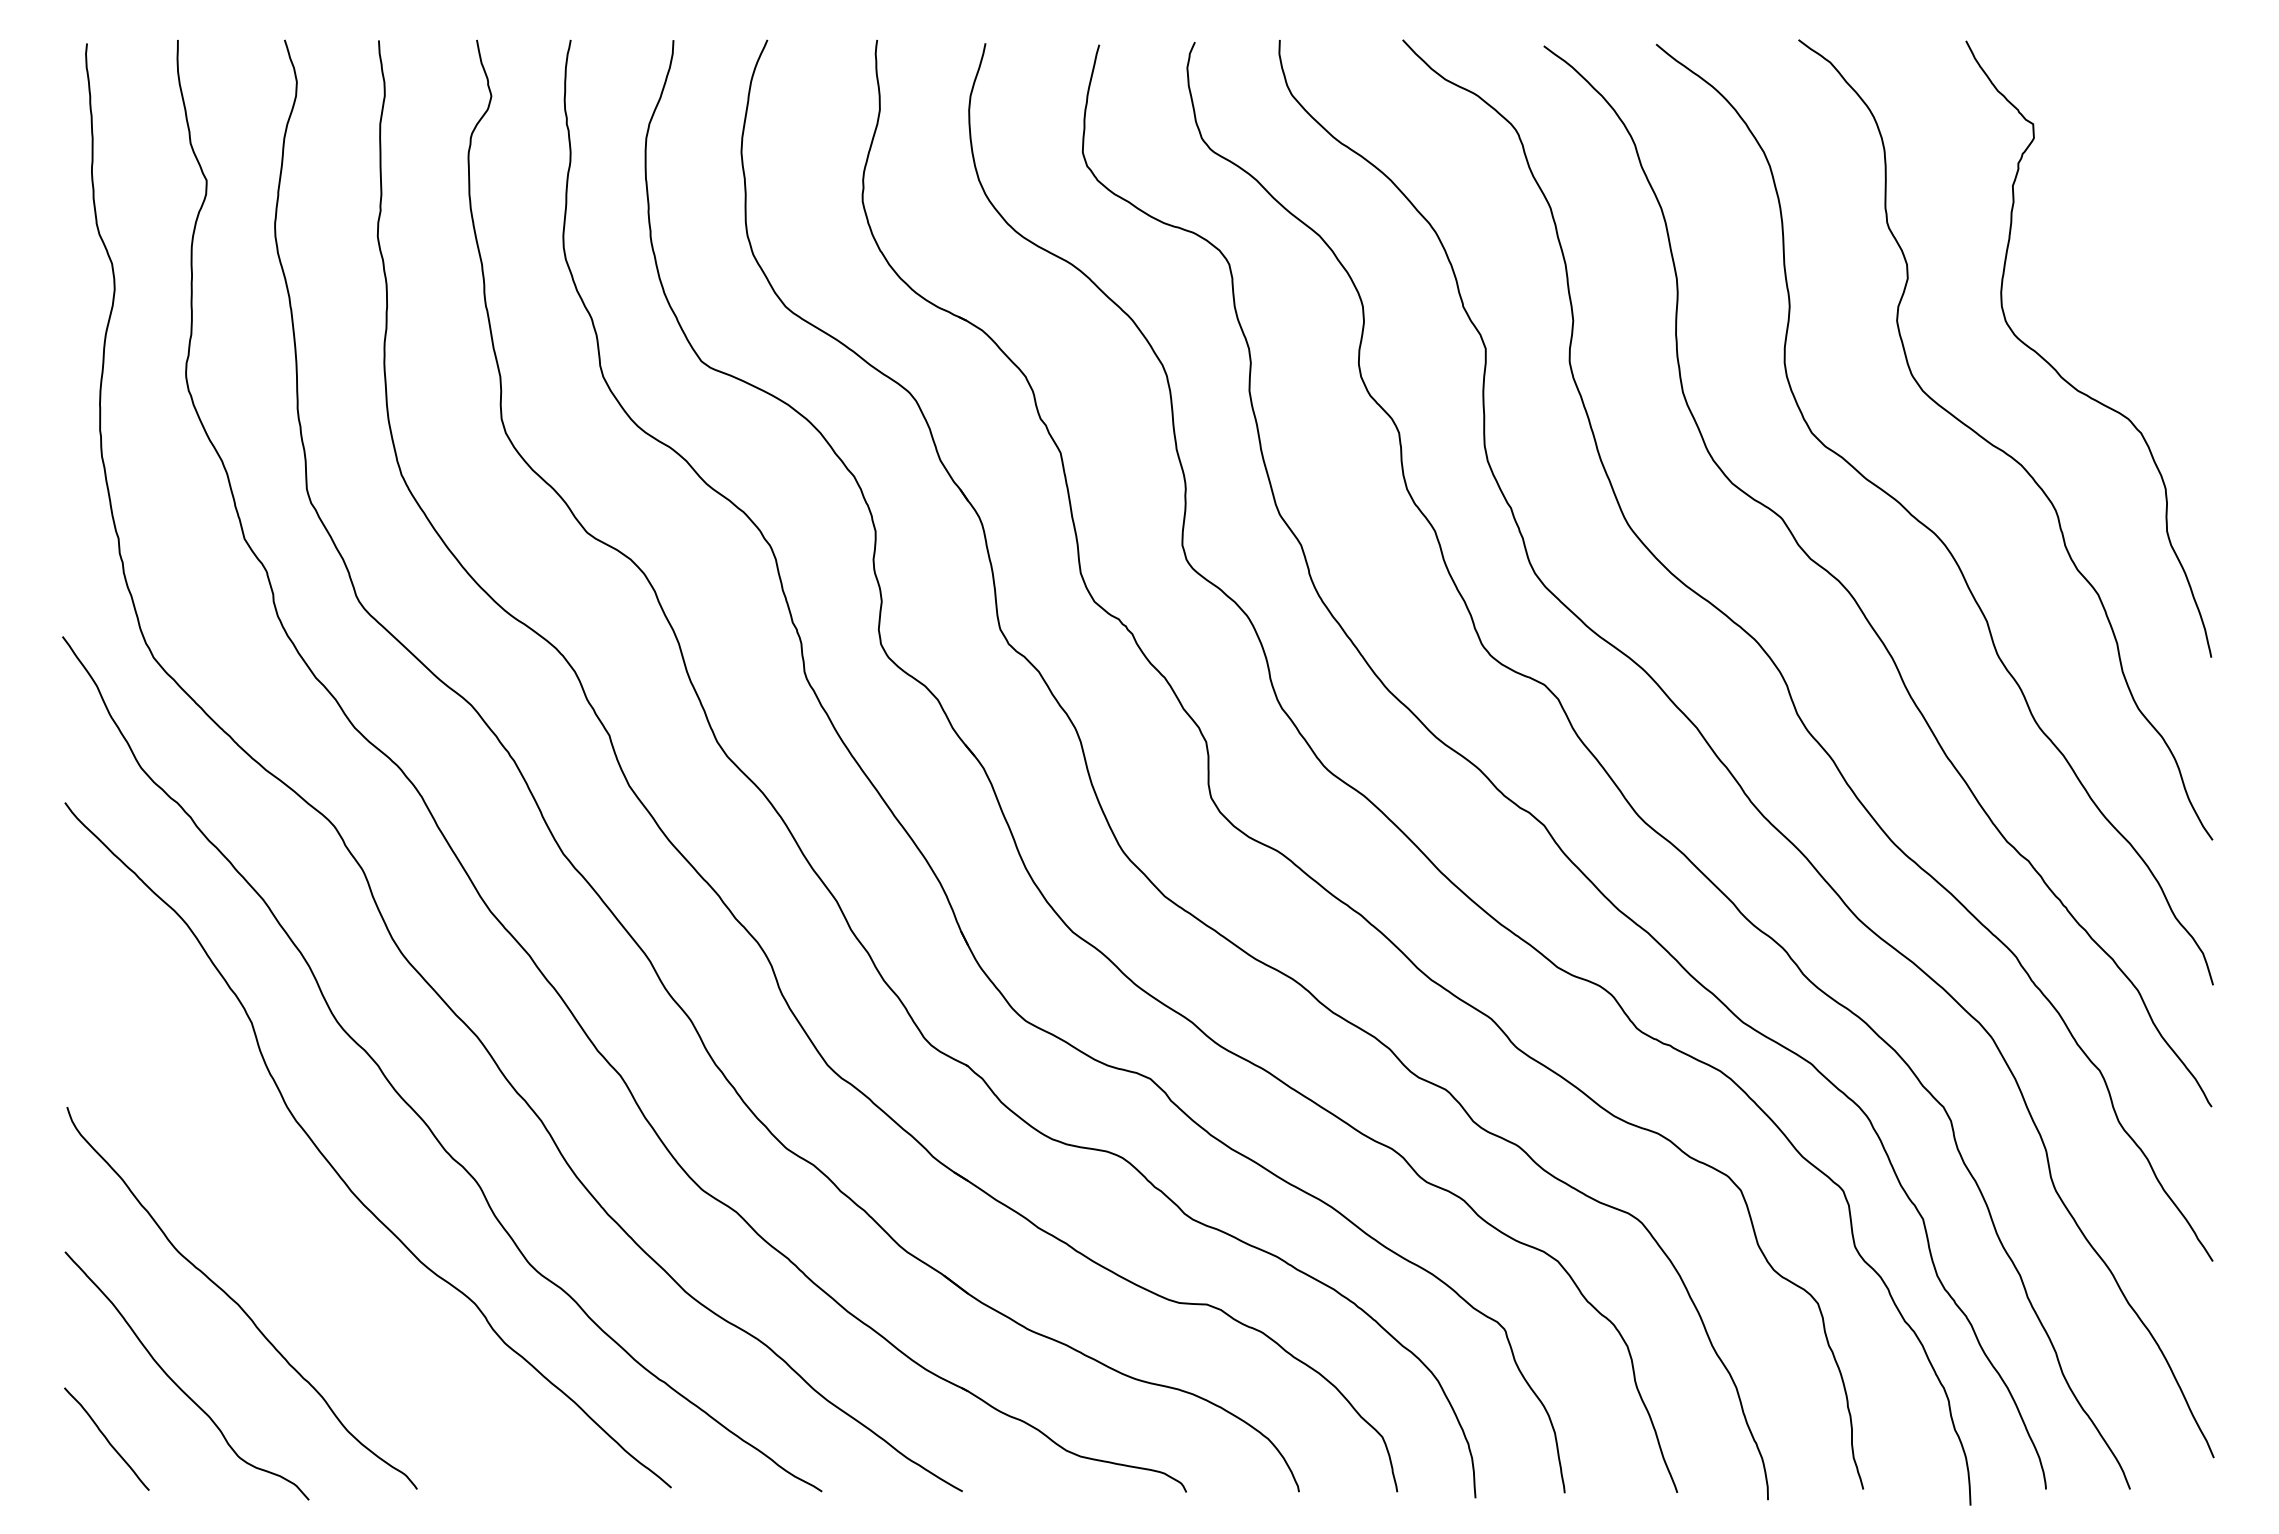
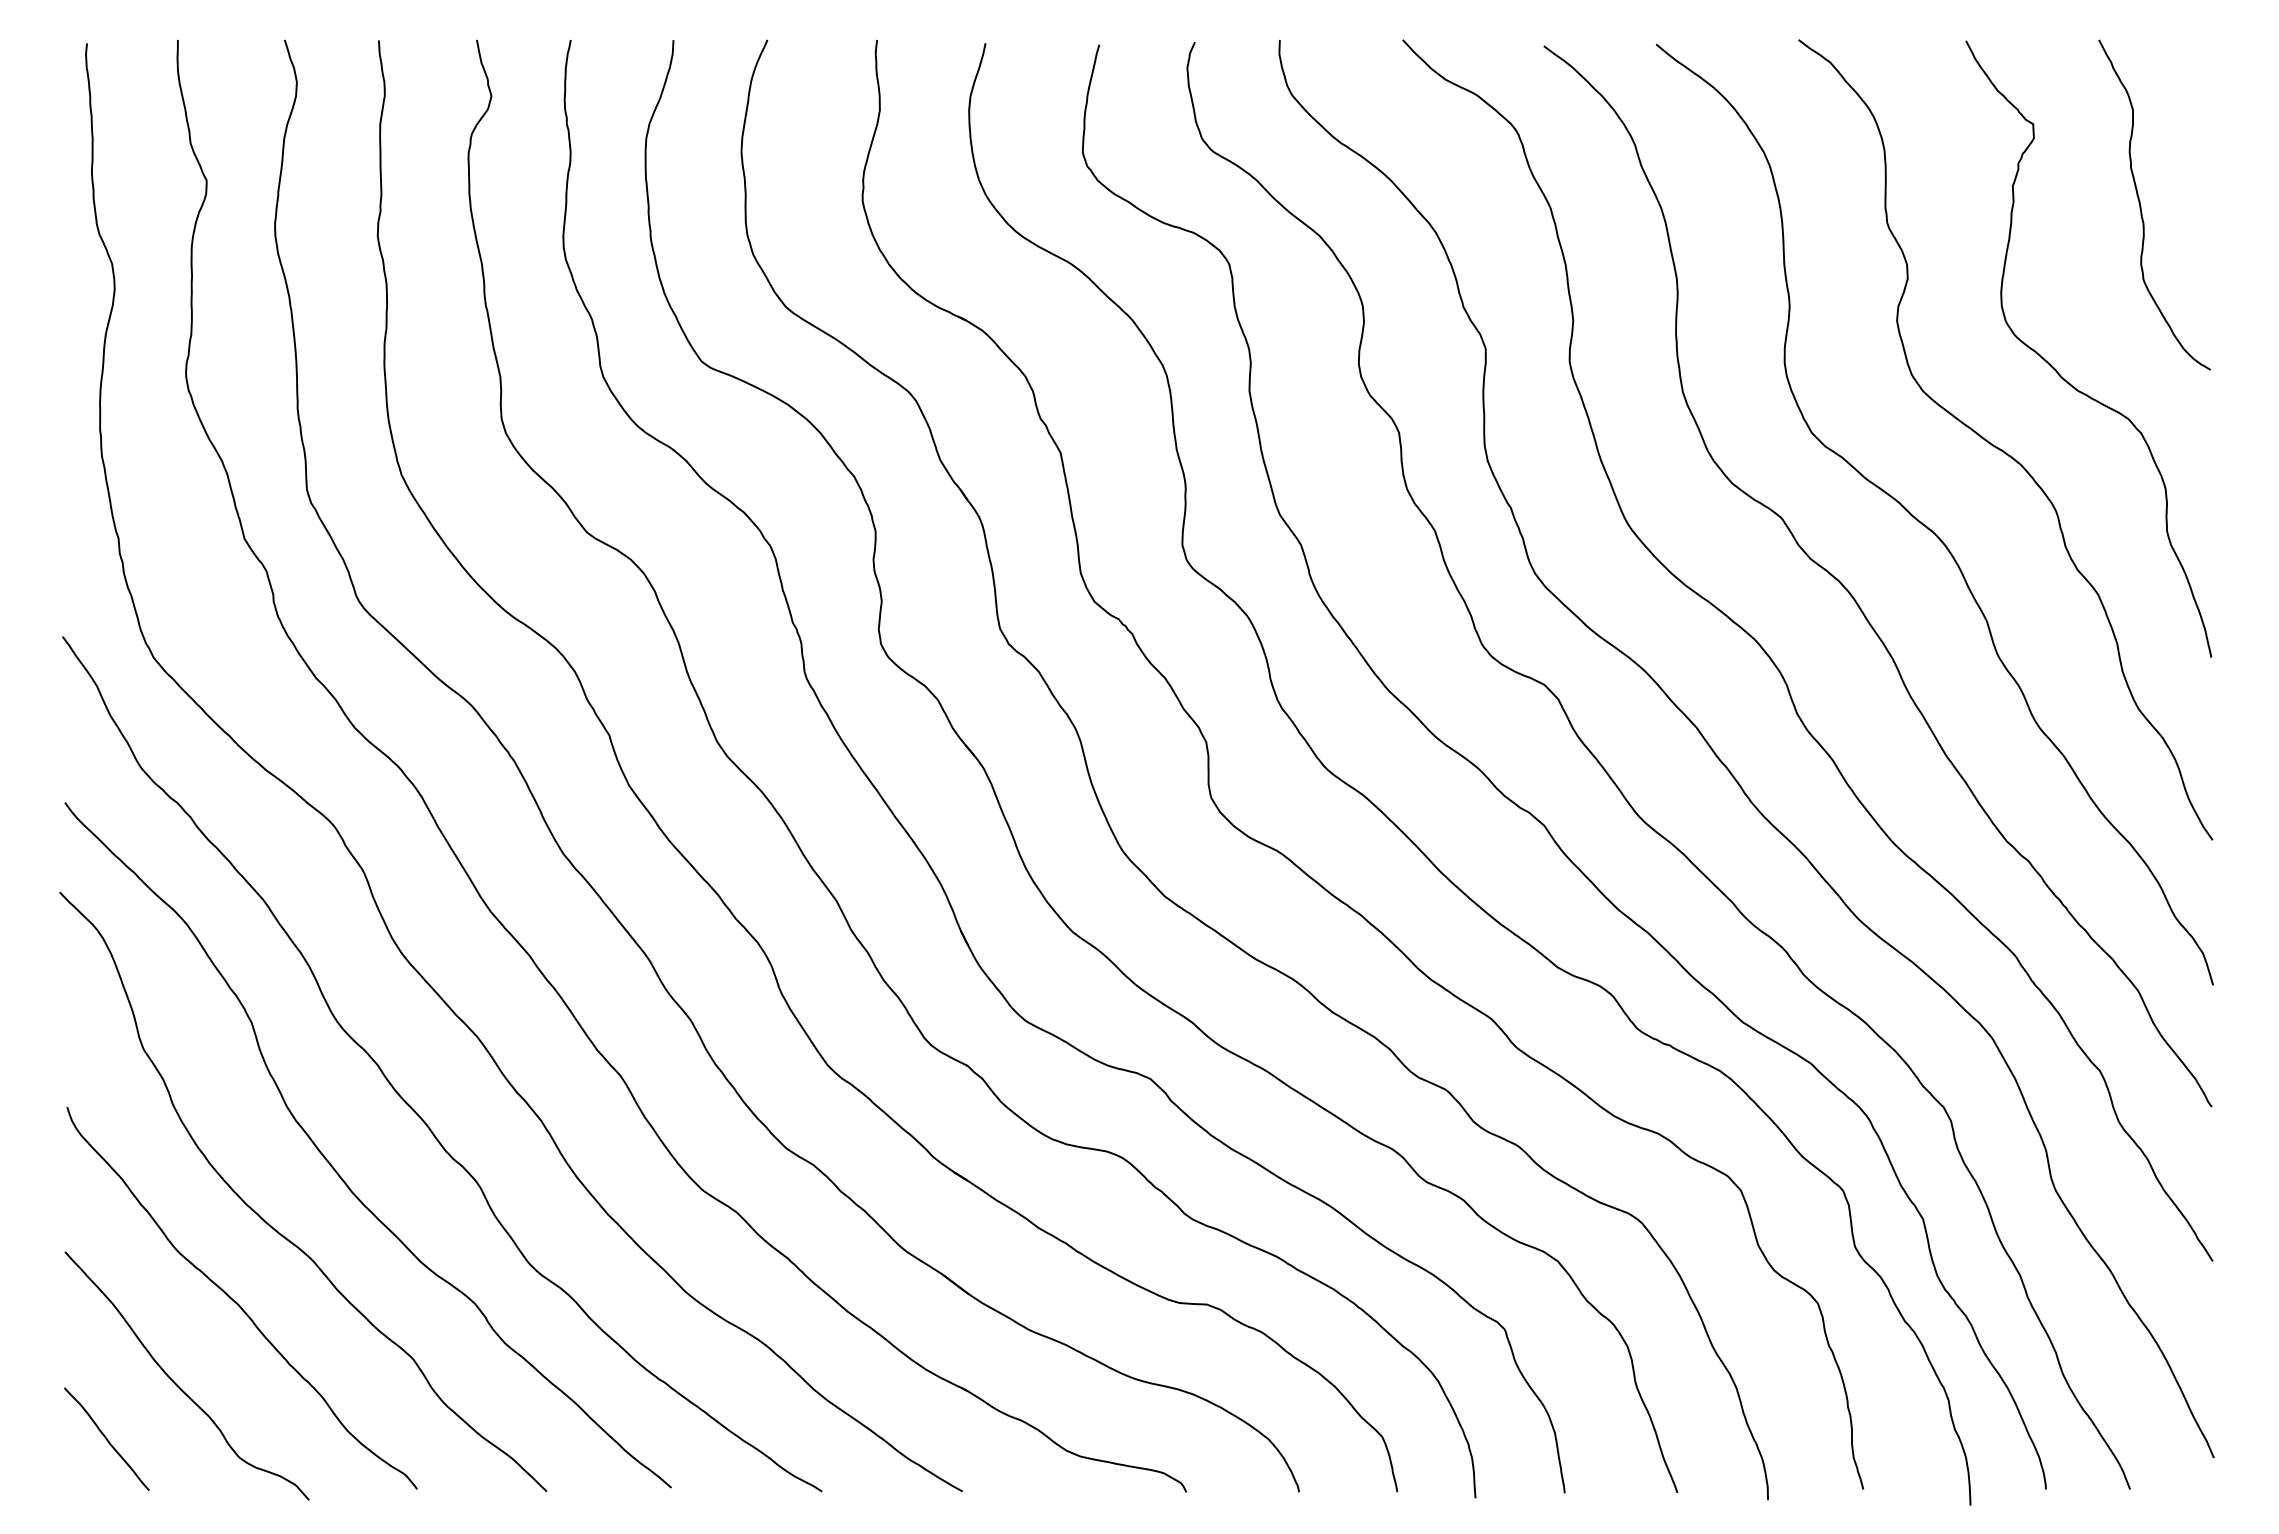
curve at (2141, 205): none -> present
curve at (276, 1229): none -> present
